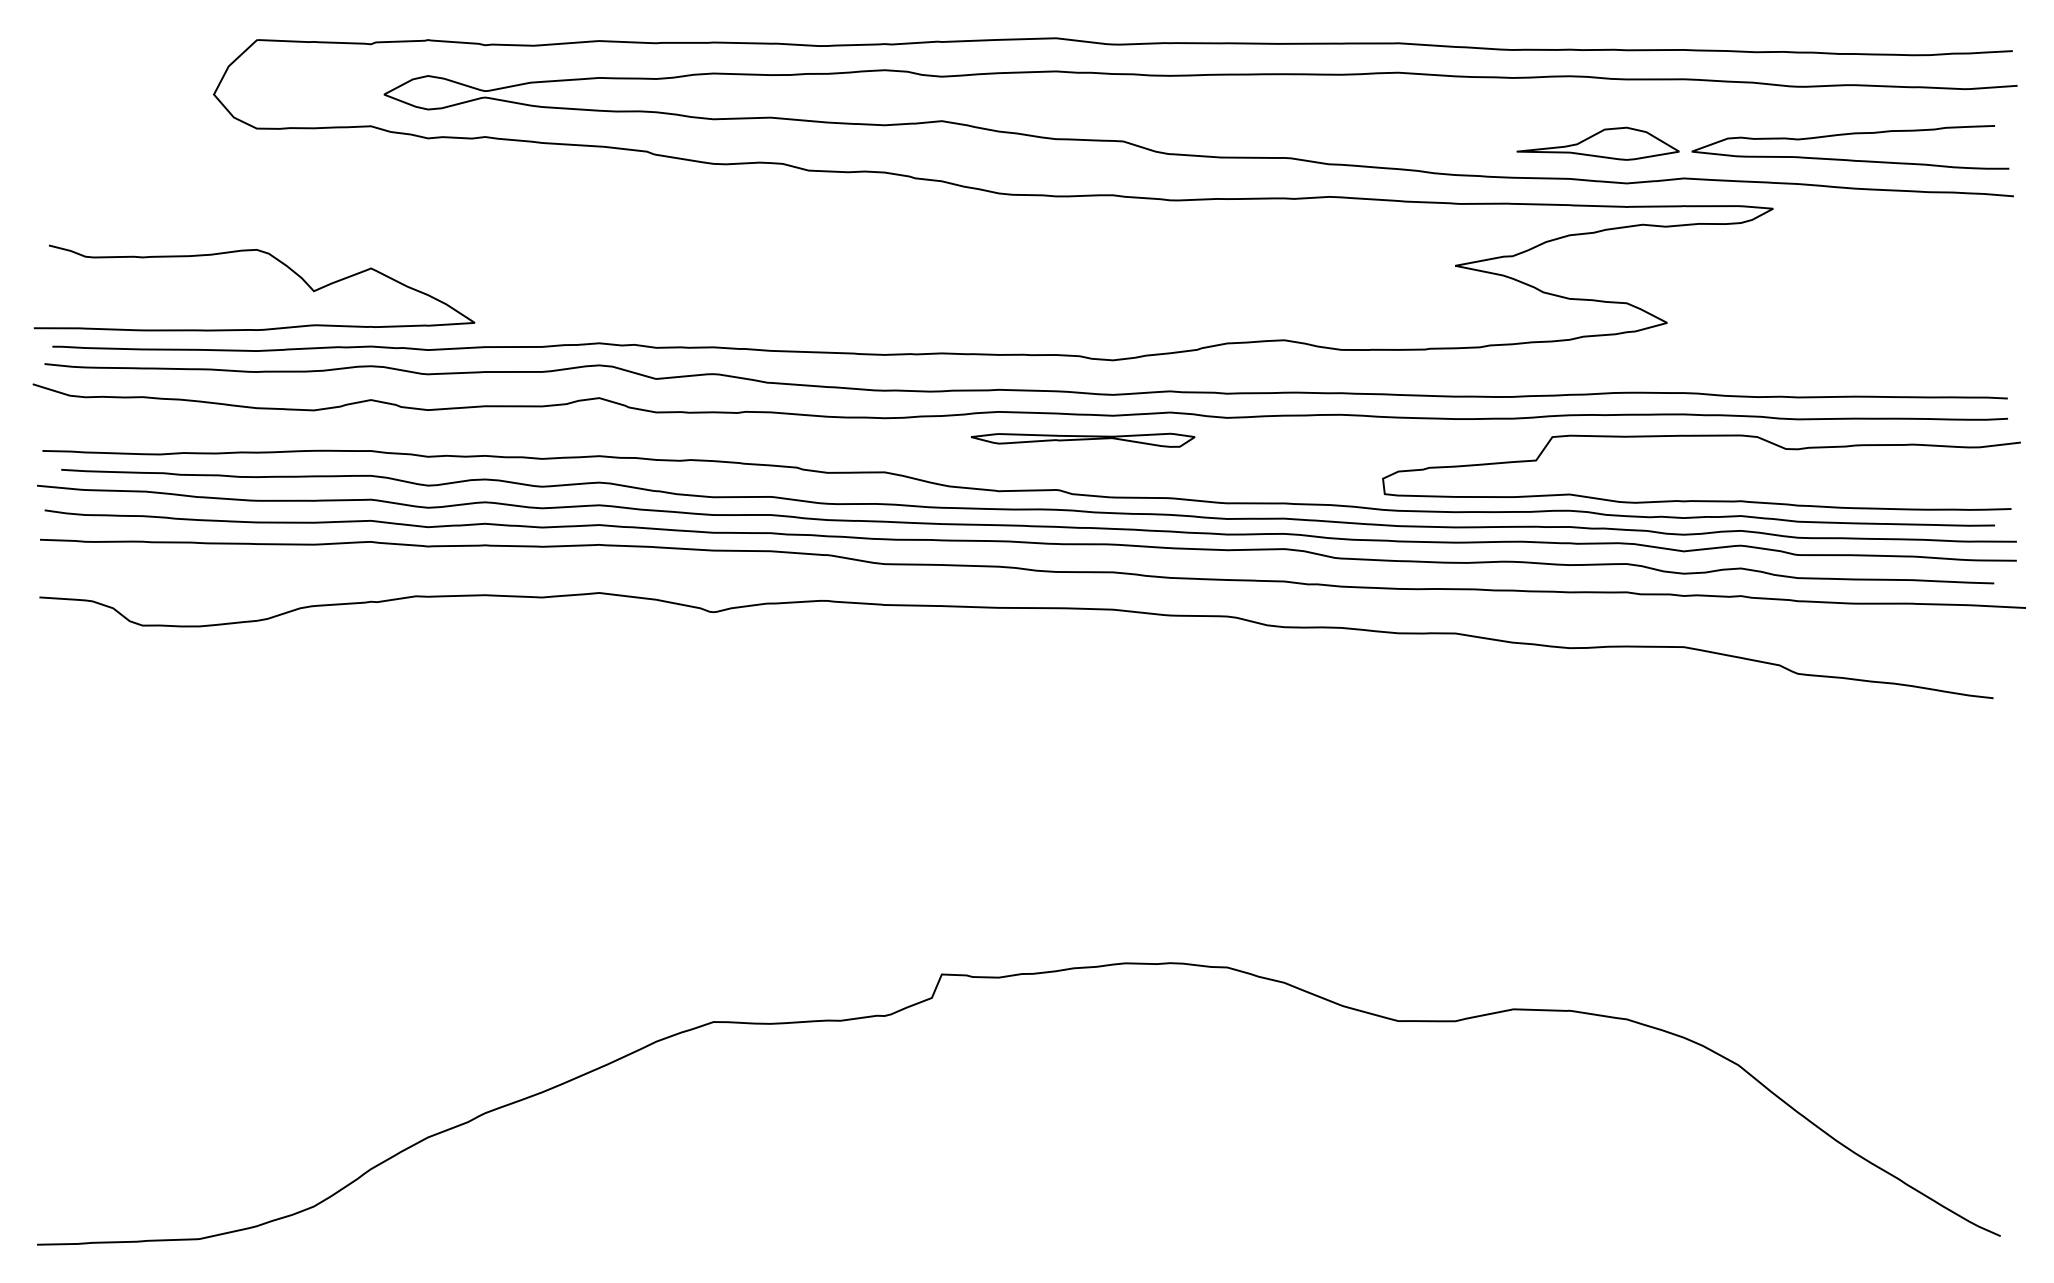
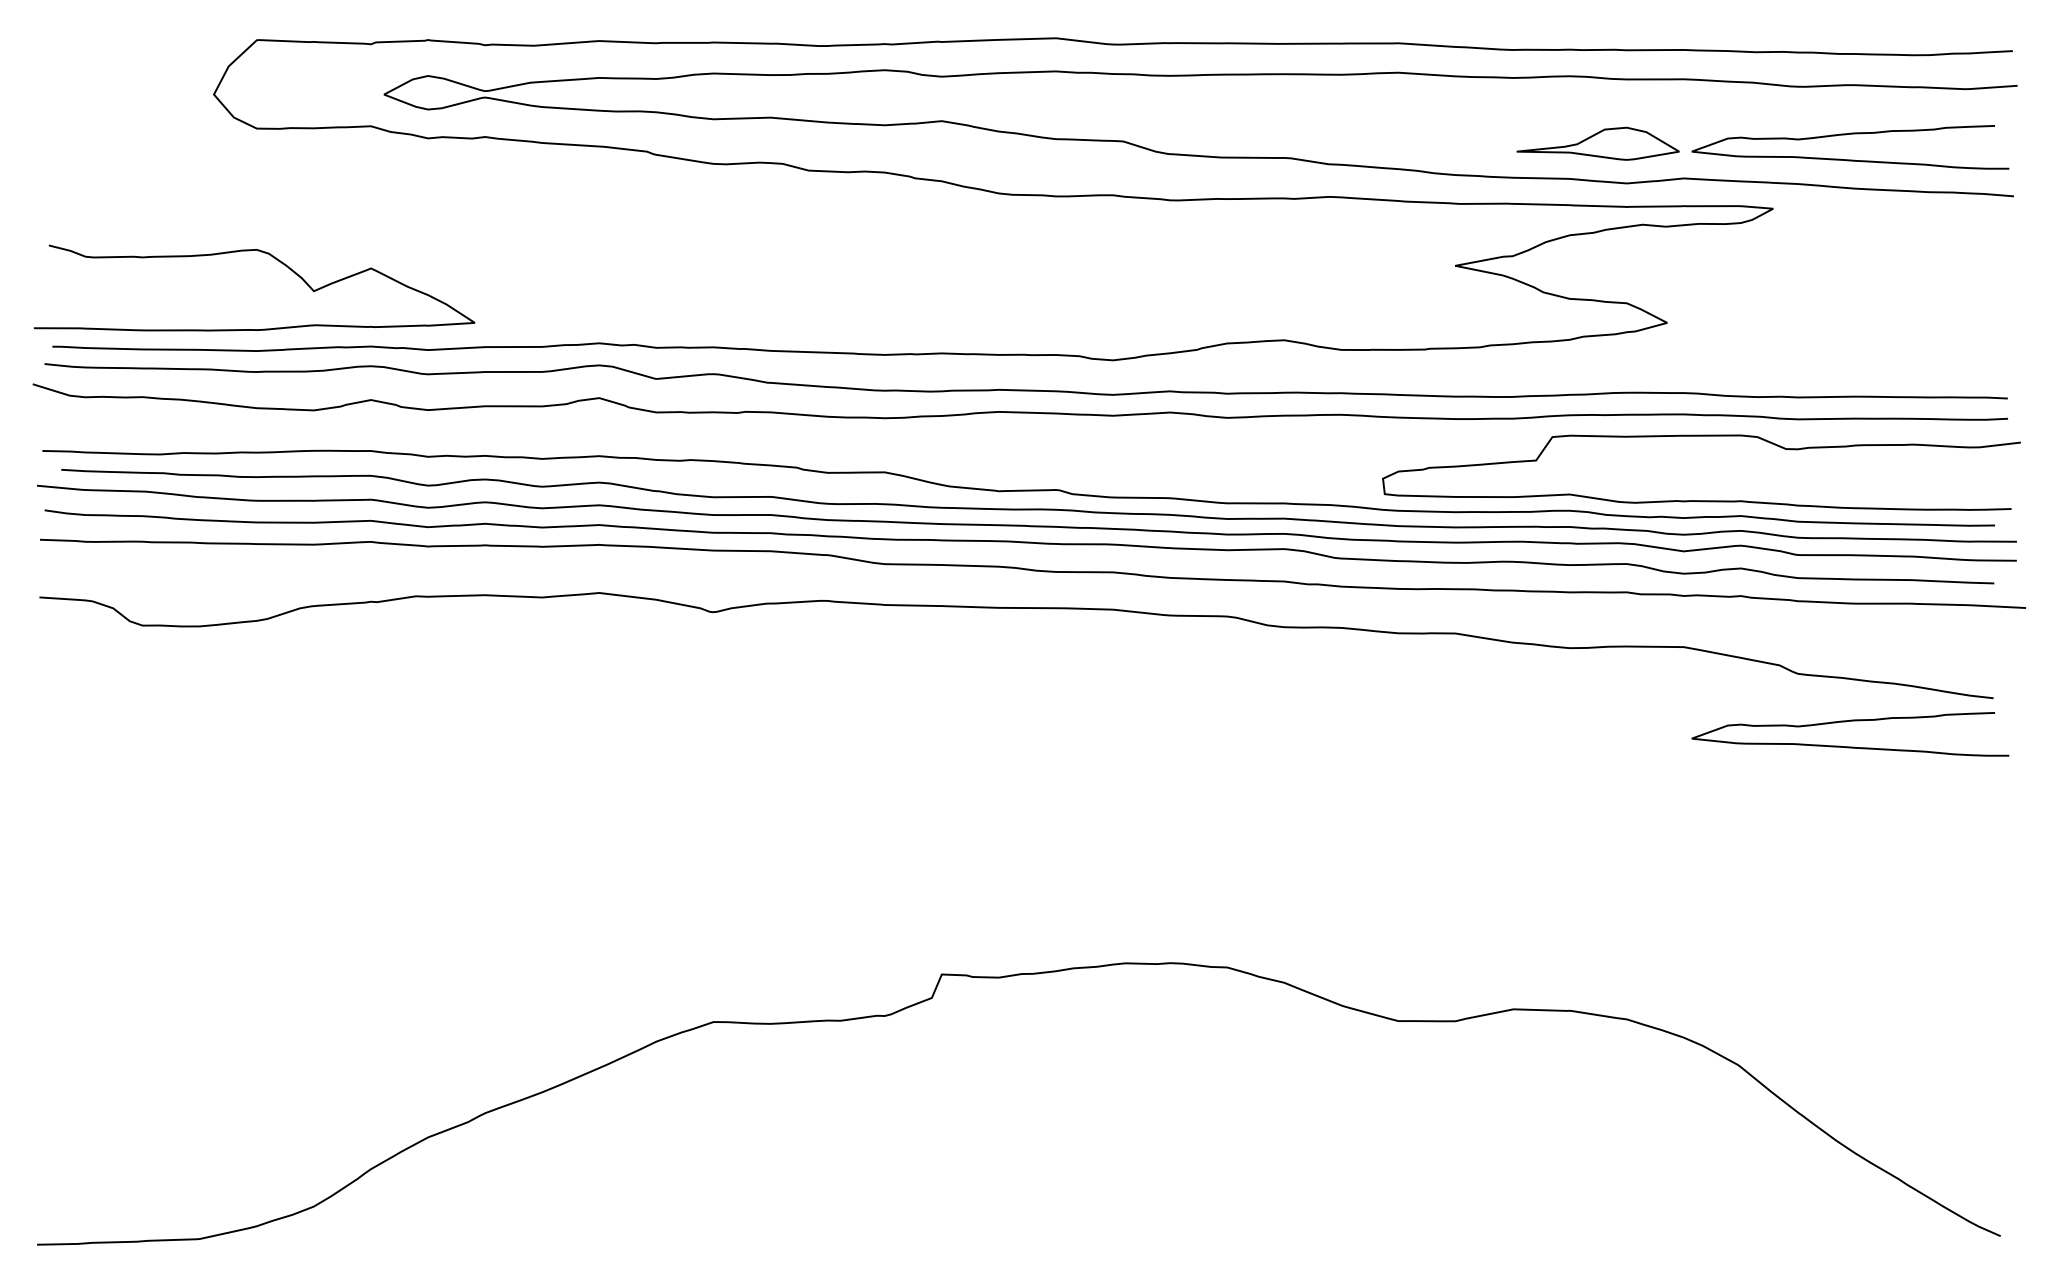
part at (1082, 439): present -> none
curve at (1850, 746): none -> present
